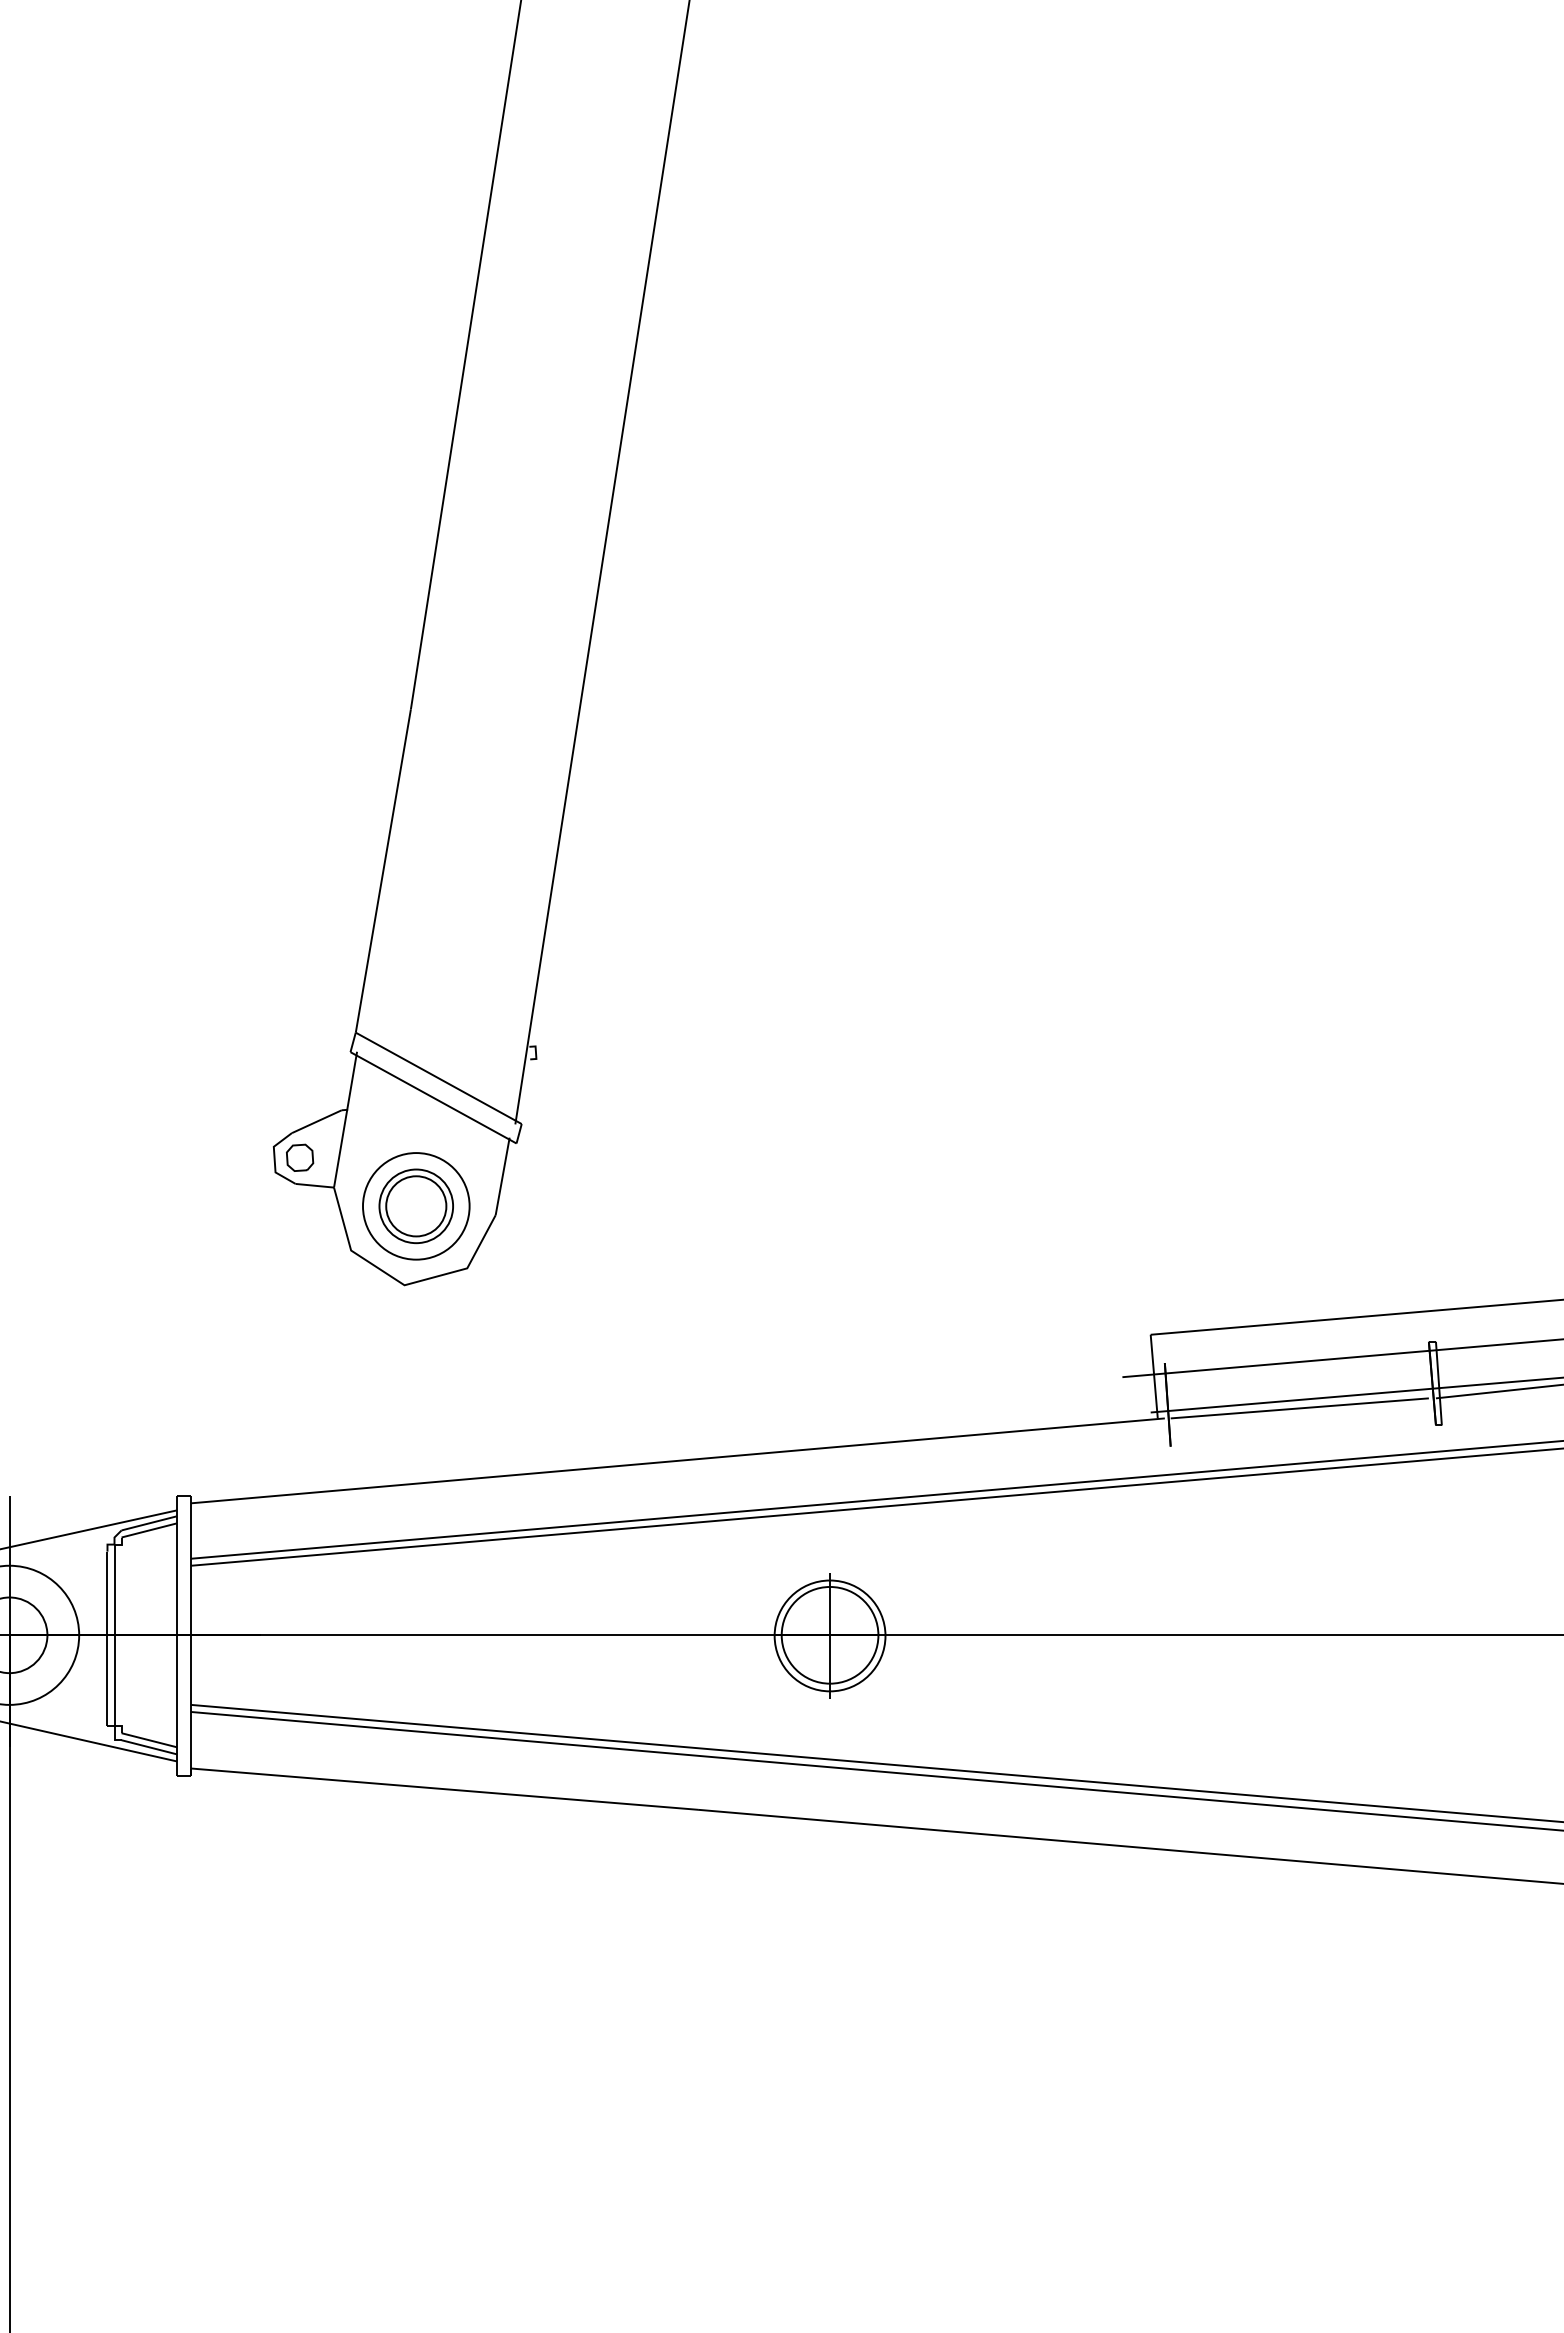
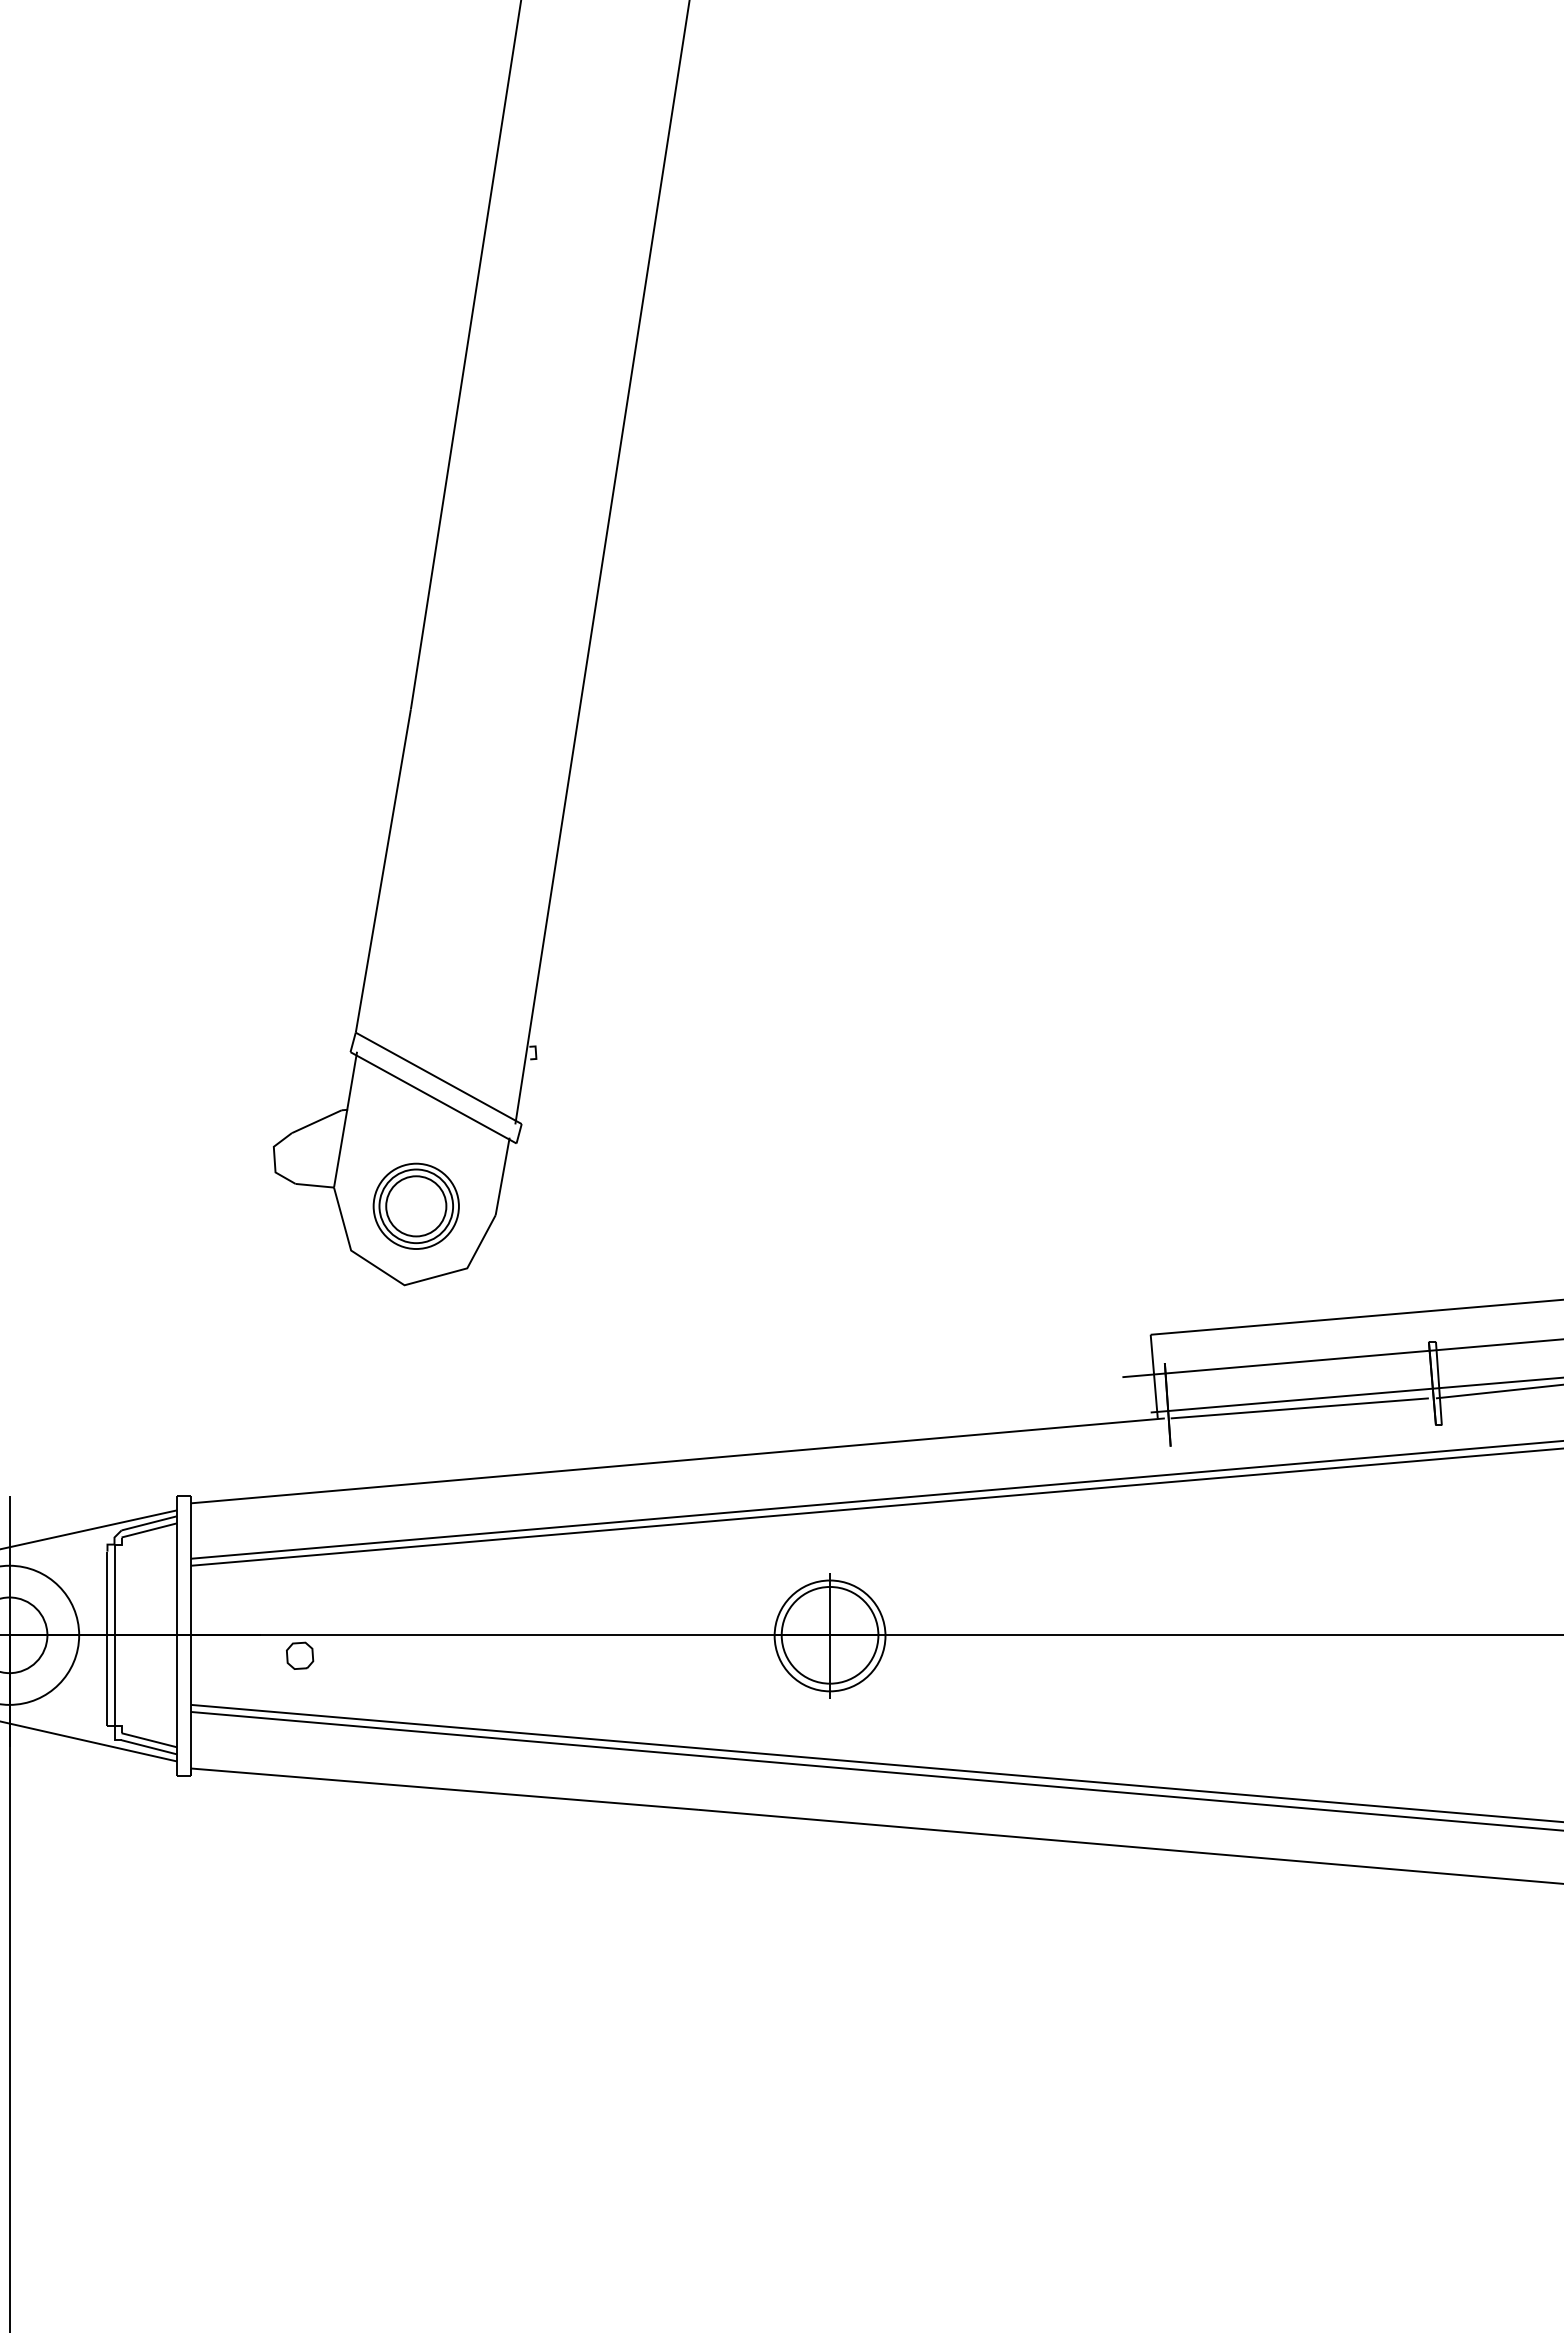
part at (300, 1157) position: (300, 1157) -> (300, 1655)
circle at (416, 1206) diameter: 107 px -> 85 px
